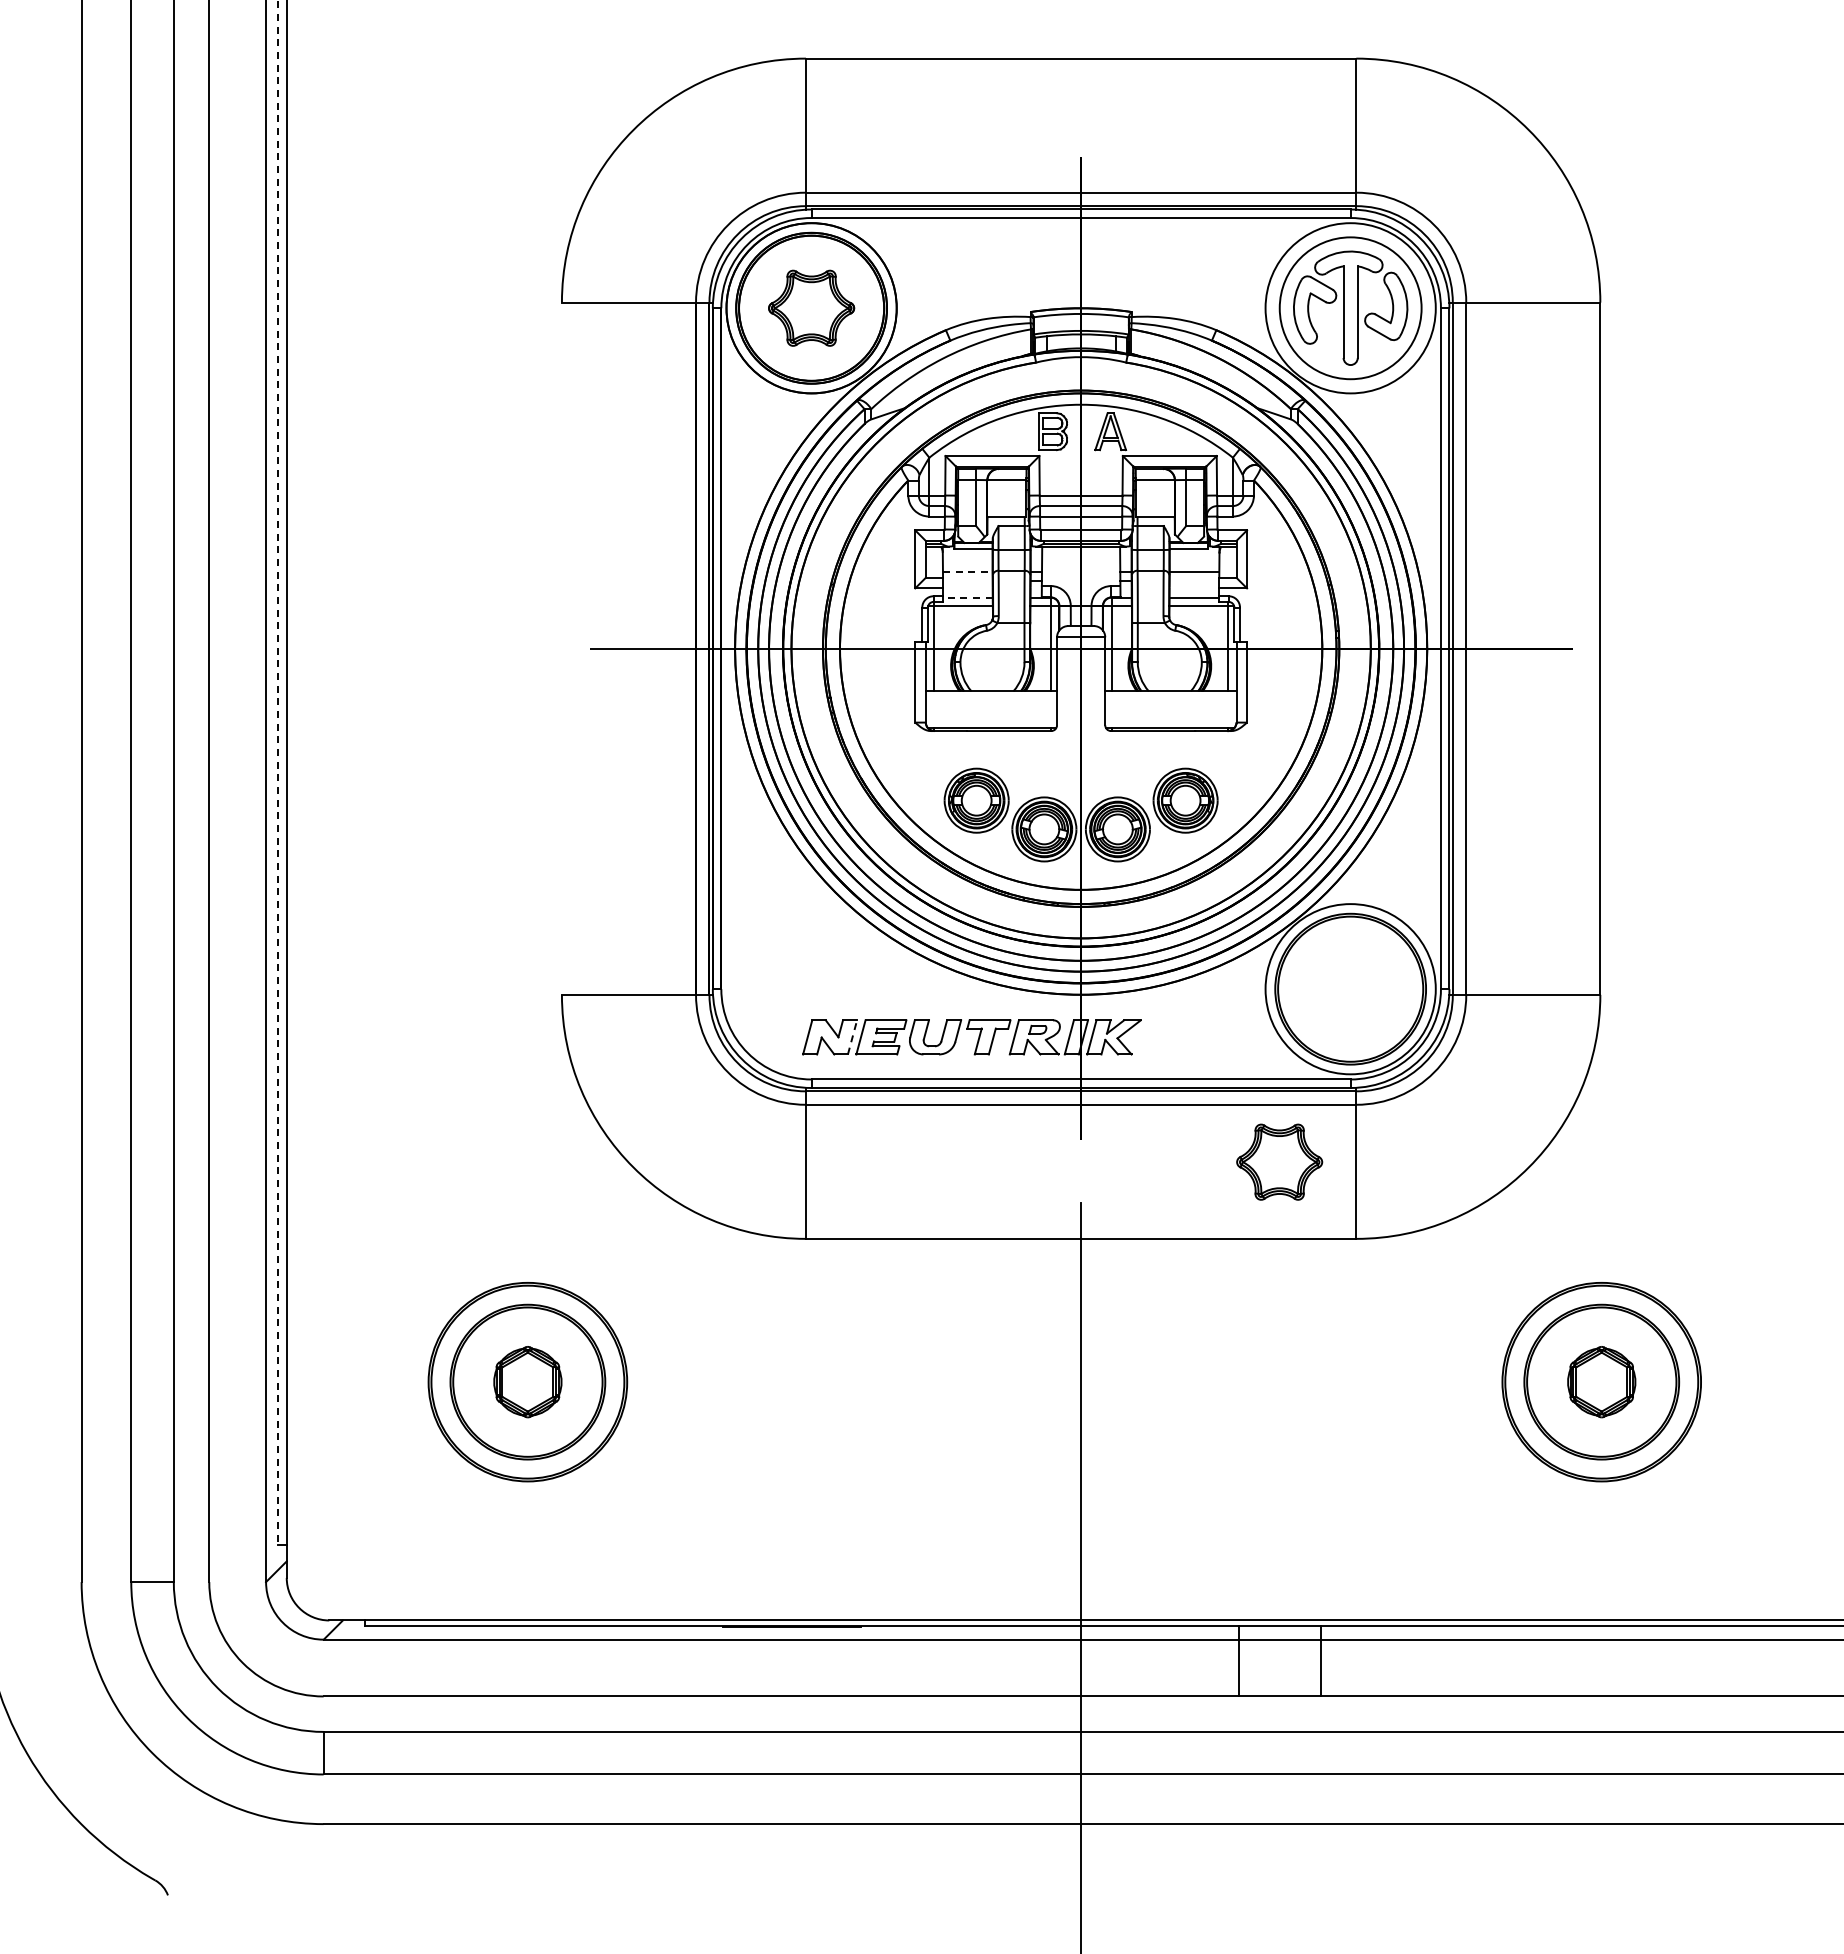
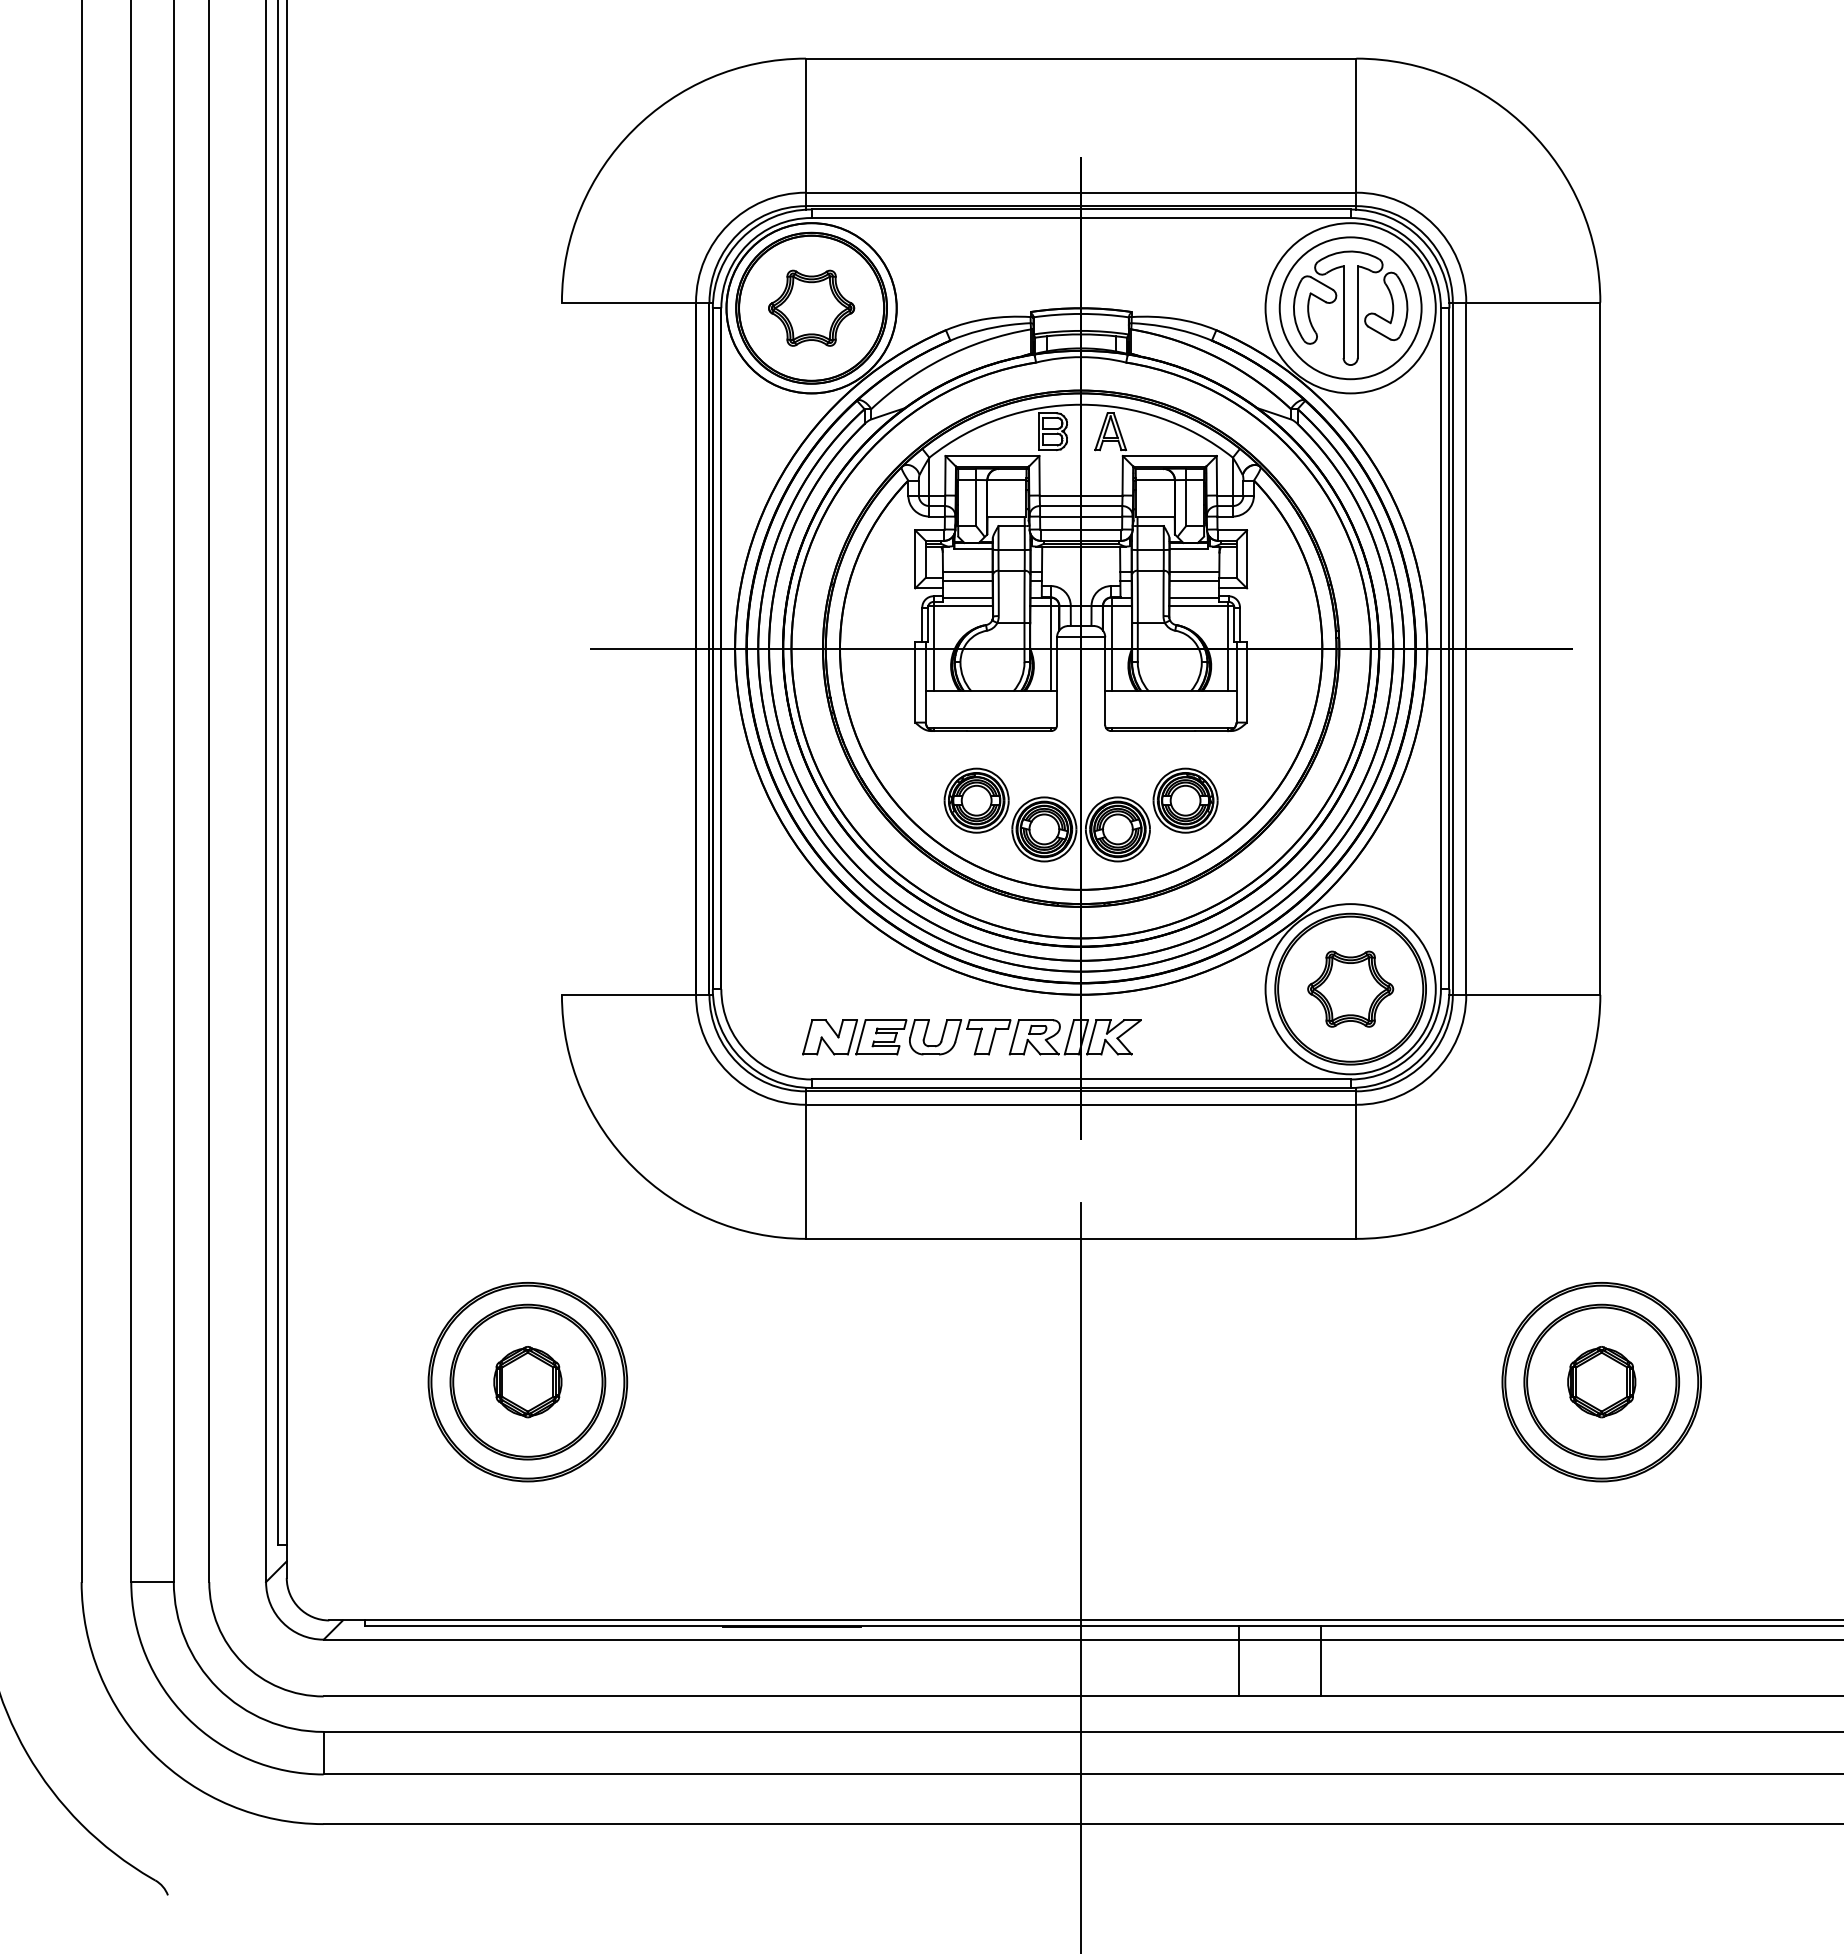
line at (967, 571): dashed -> solid
line at (967, 580): none -> present
line at (1194, 580): none -> present
line at (967, 597): dashed -> solid
line at (278, 773): dashed -> solid
line at (852, 1037): dashed -> solid
part at (1279, 1161) position: (1279, 1161) -> (1350, 988)
